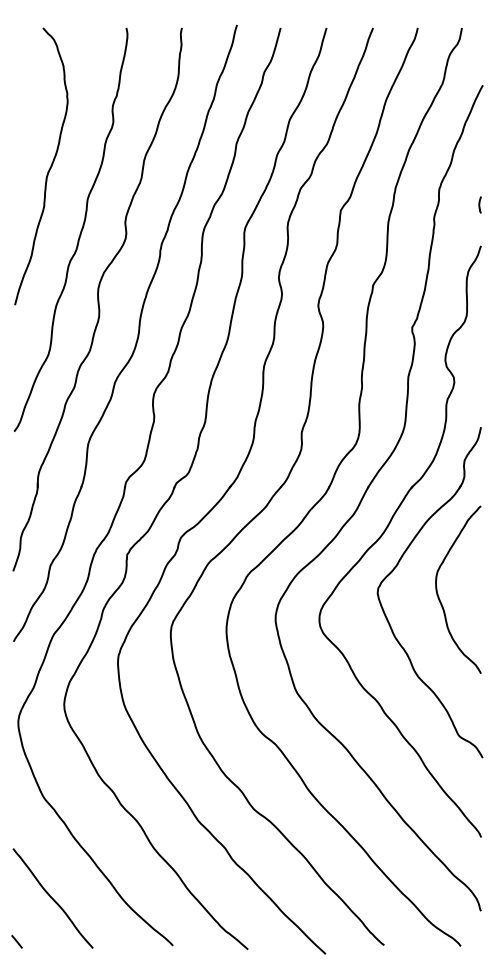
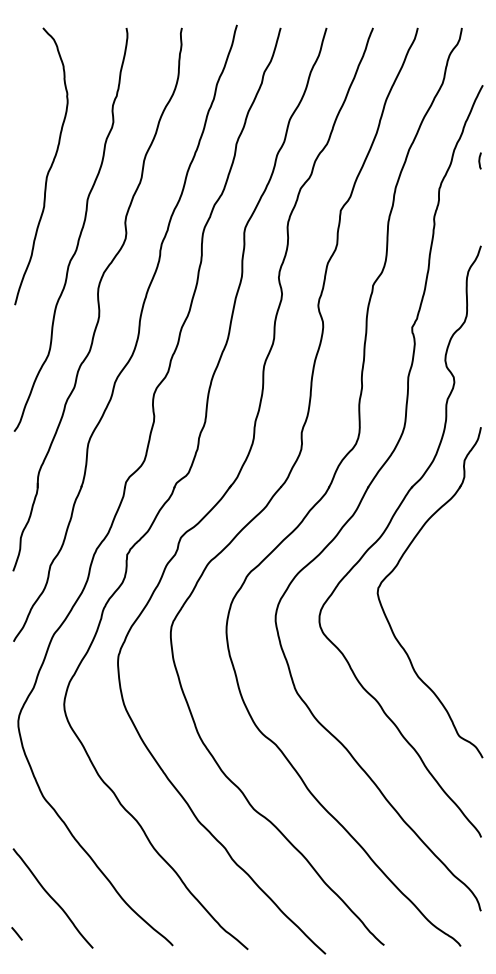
line at (479, 204) position: (479, 204) -> (479, 160)
curve at (439, 596): present -> none
line at (16, 941) position: (16, 941) -> (16, 933)
